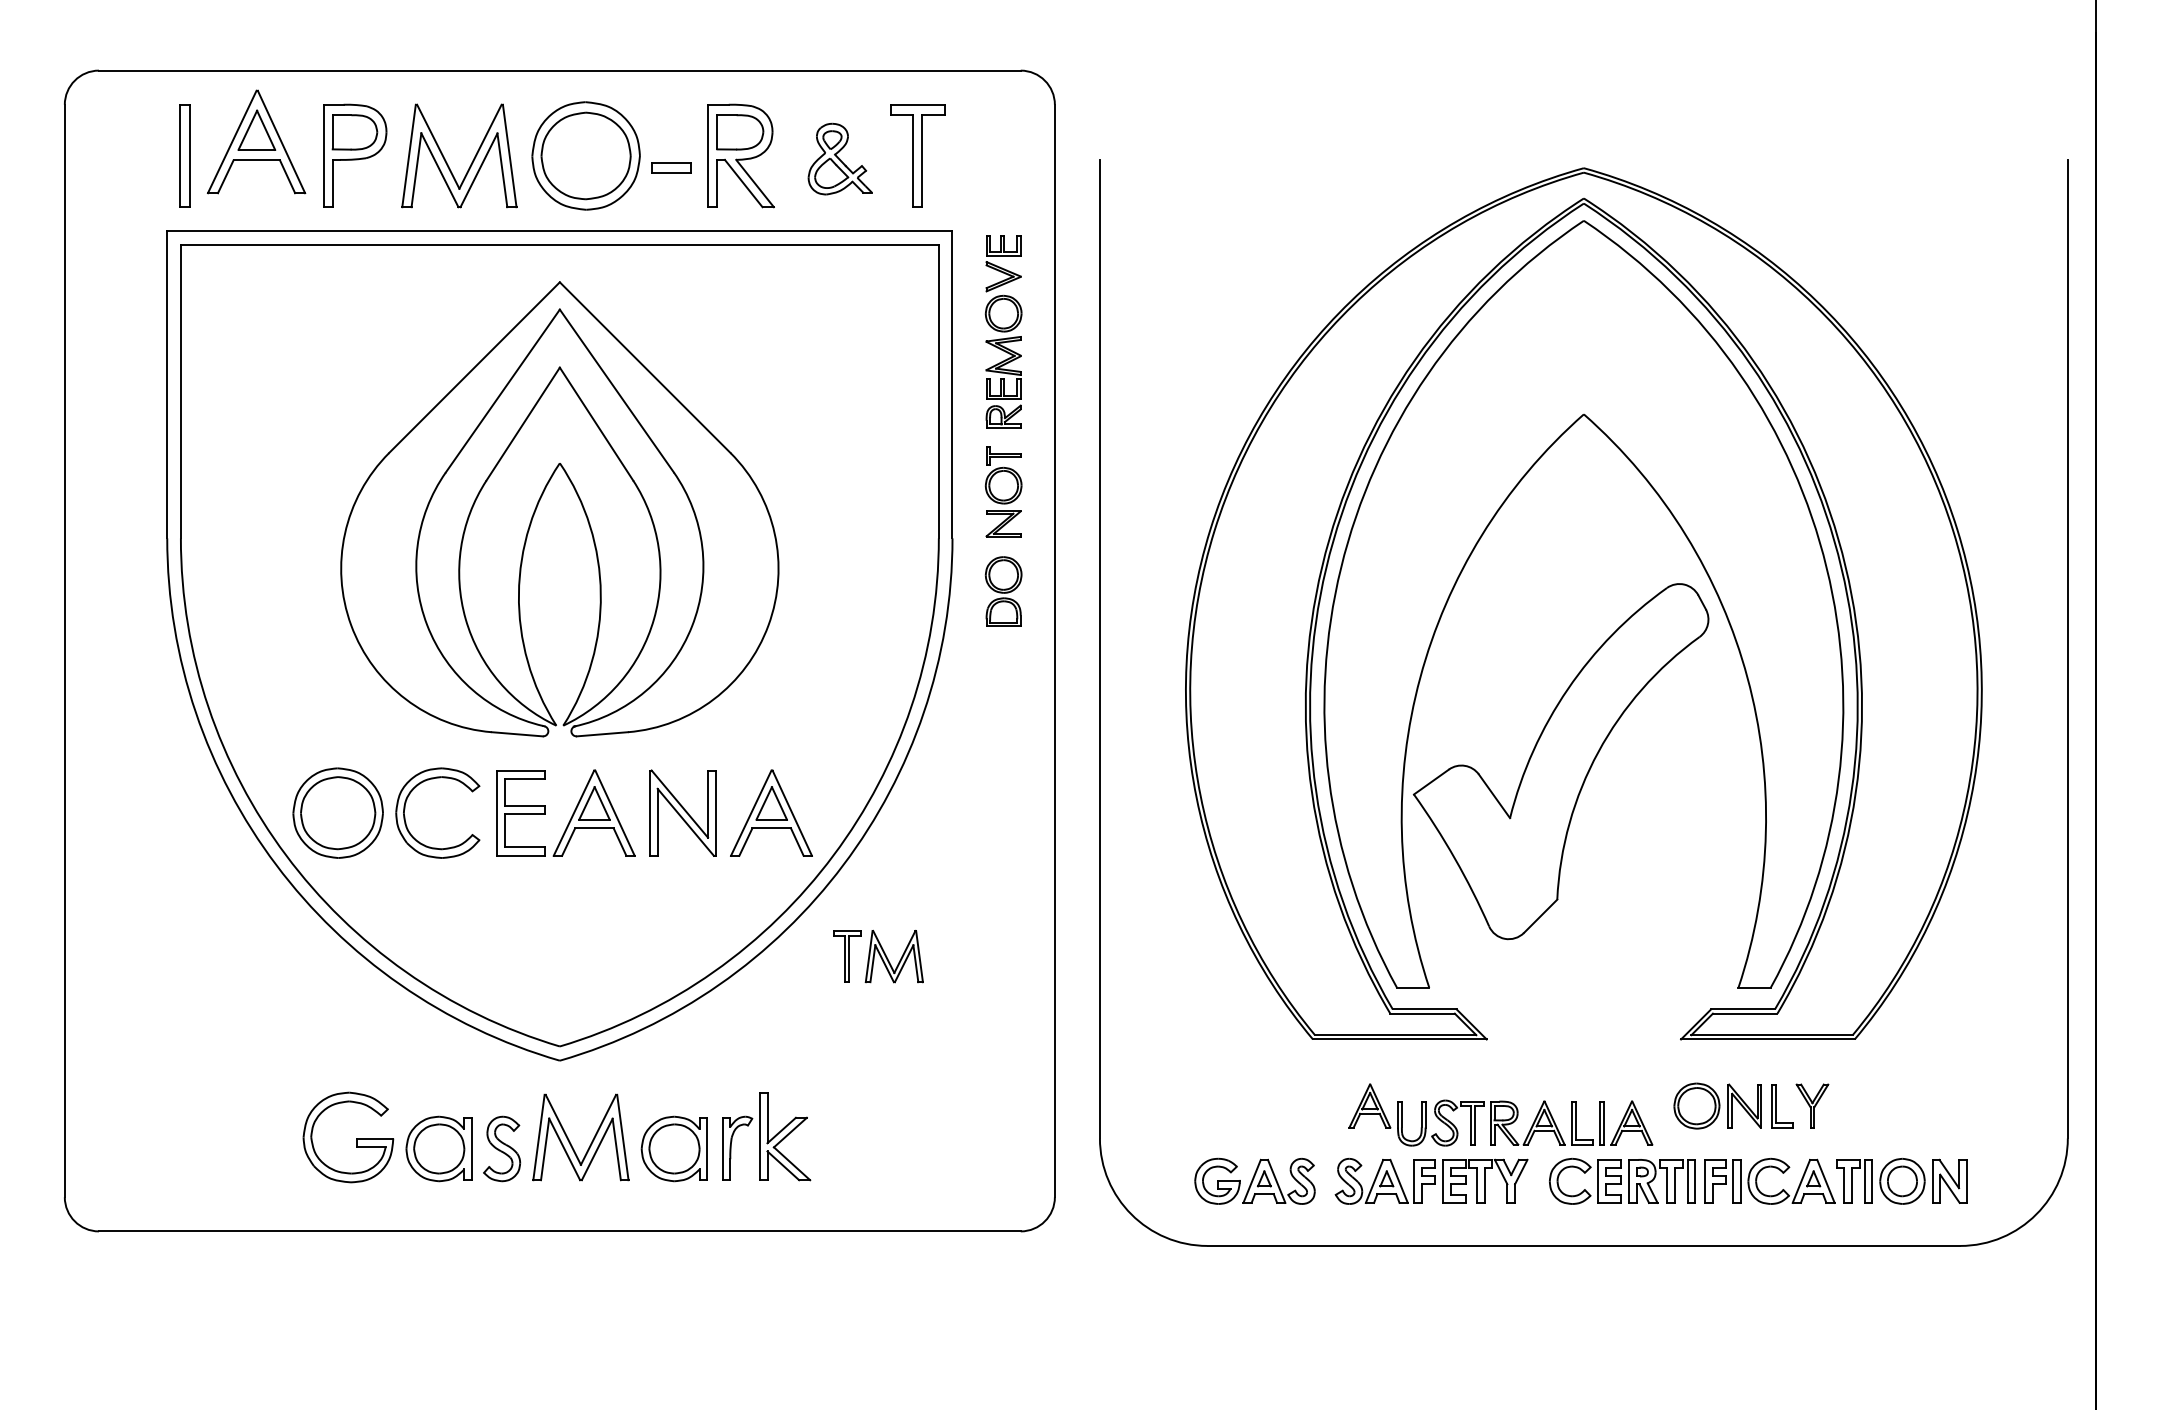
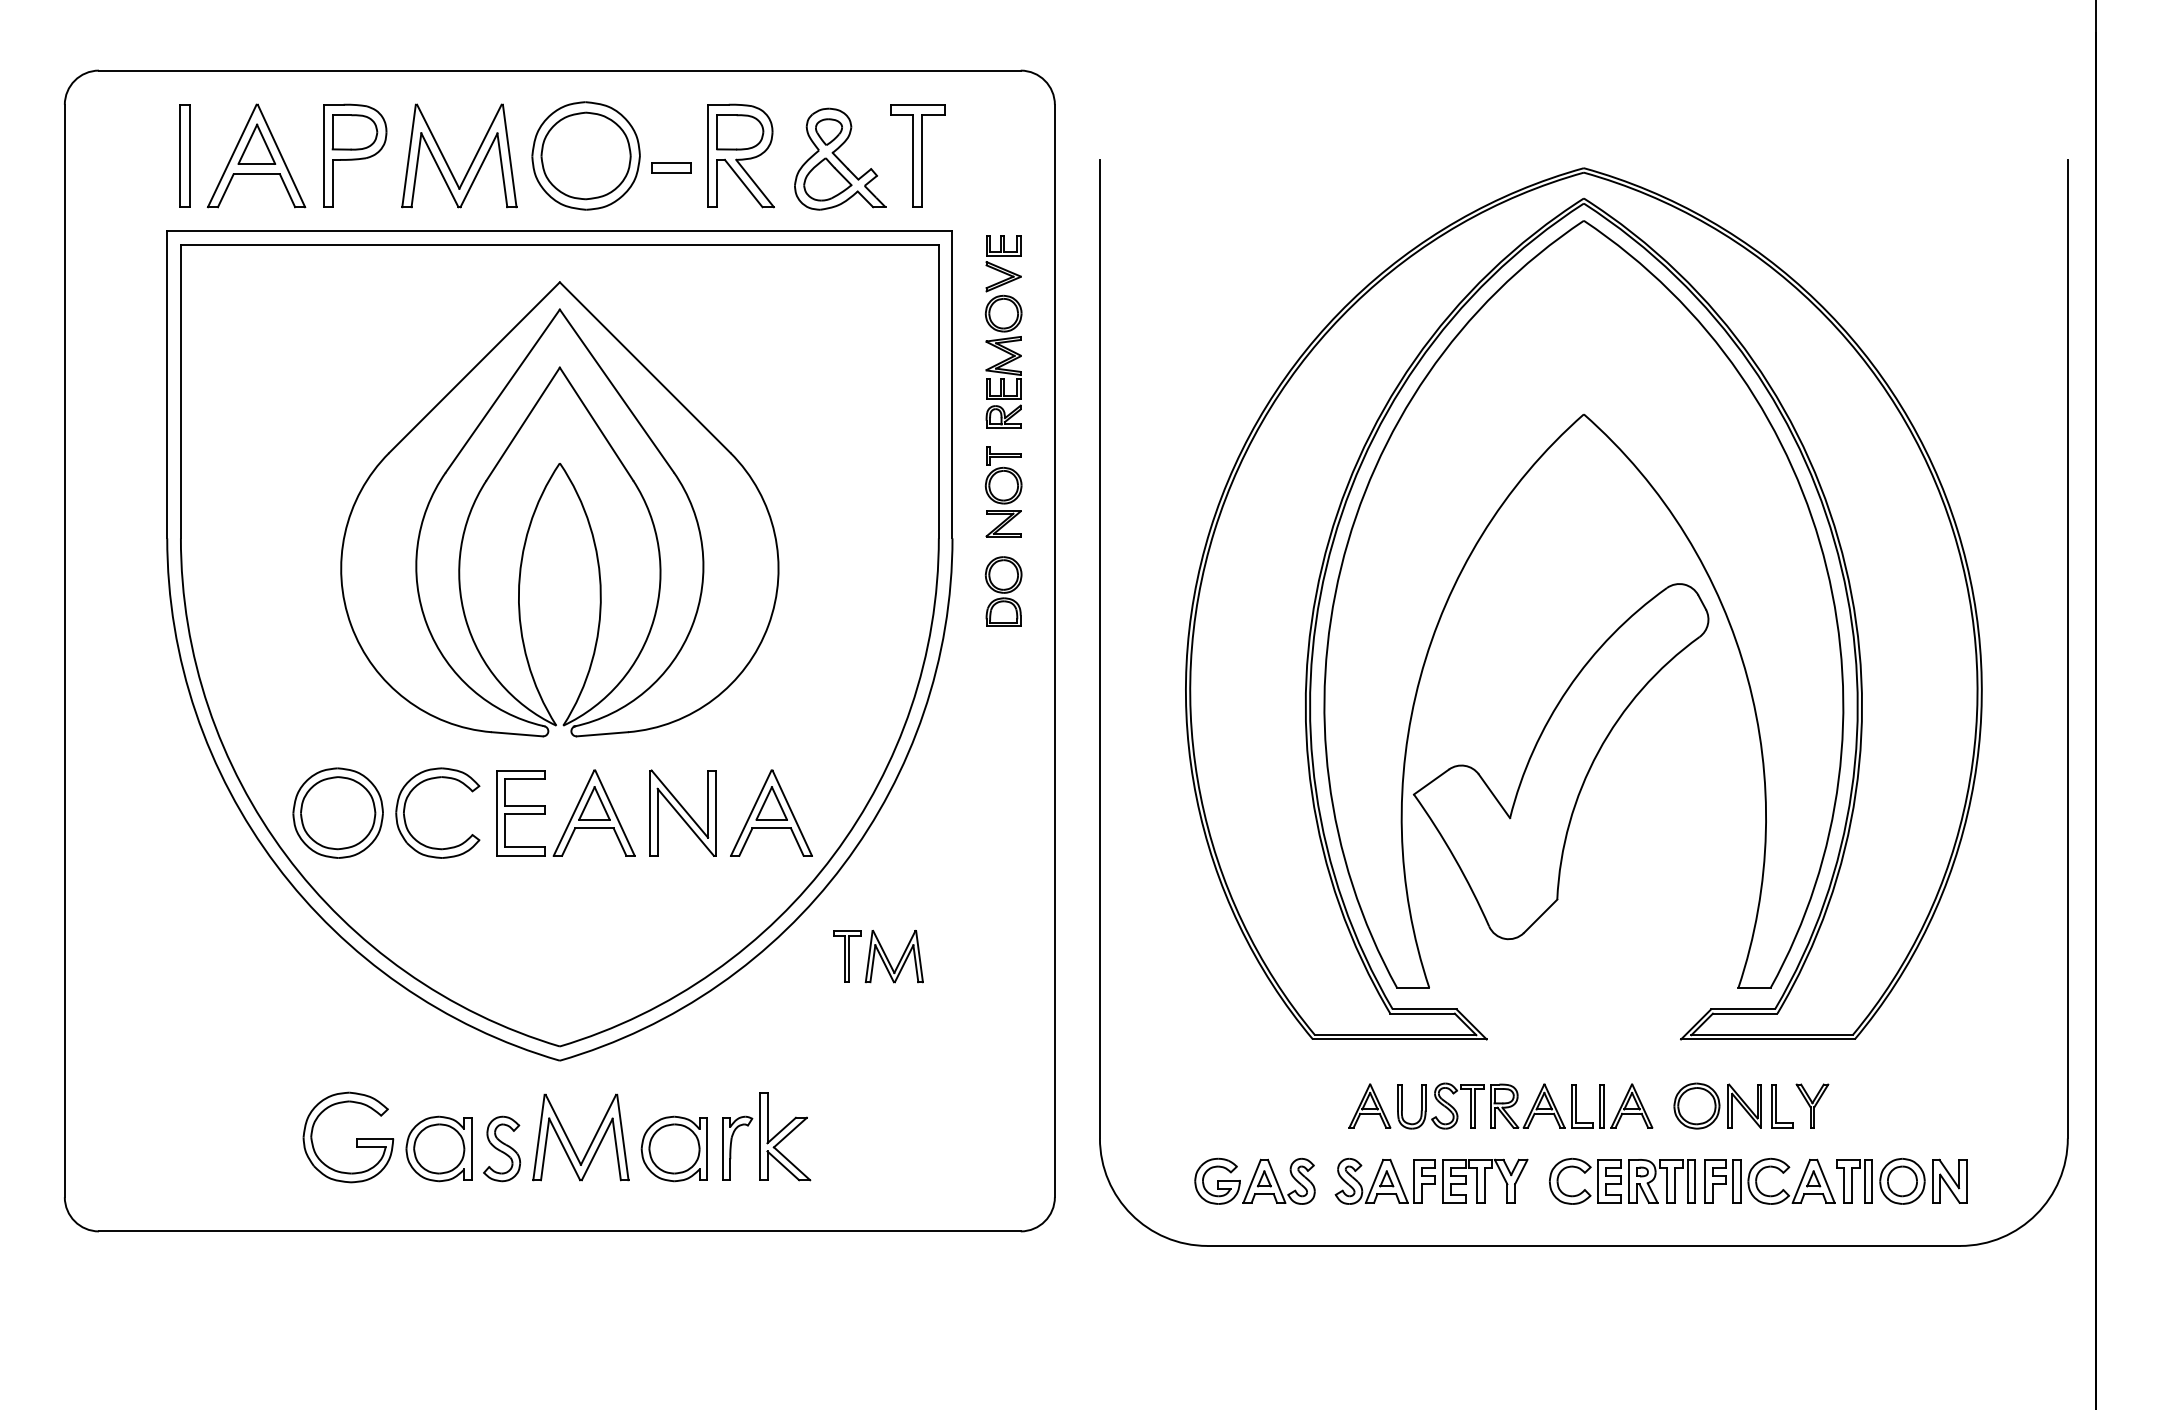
part at (256, 141) position: (256, 141) -> (256, 155)
part at (839, 158) size: 66x74 px -> 93x104 px
part at (1531, 1125) position: (1531, 1125) -> (1531, 1108)
